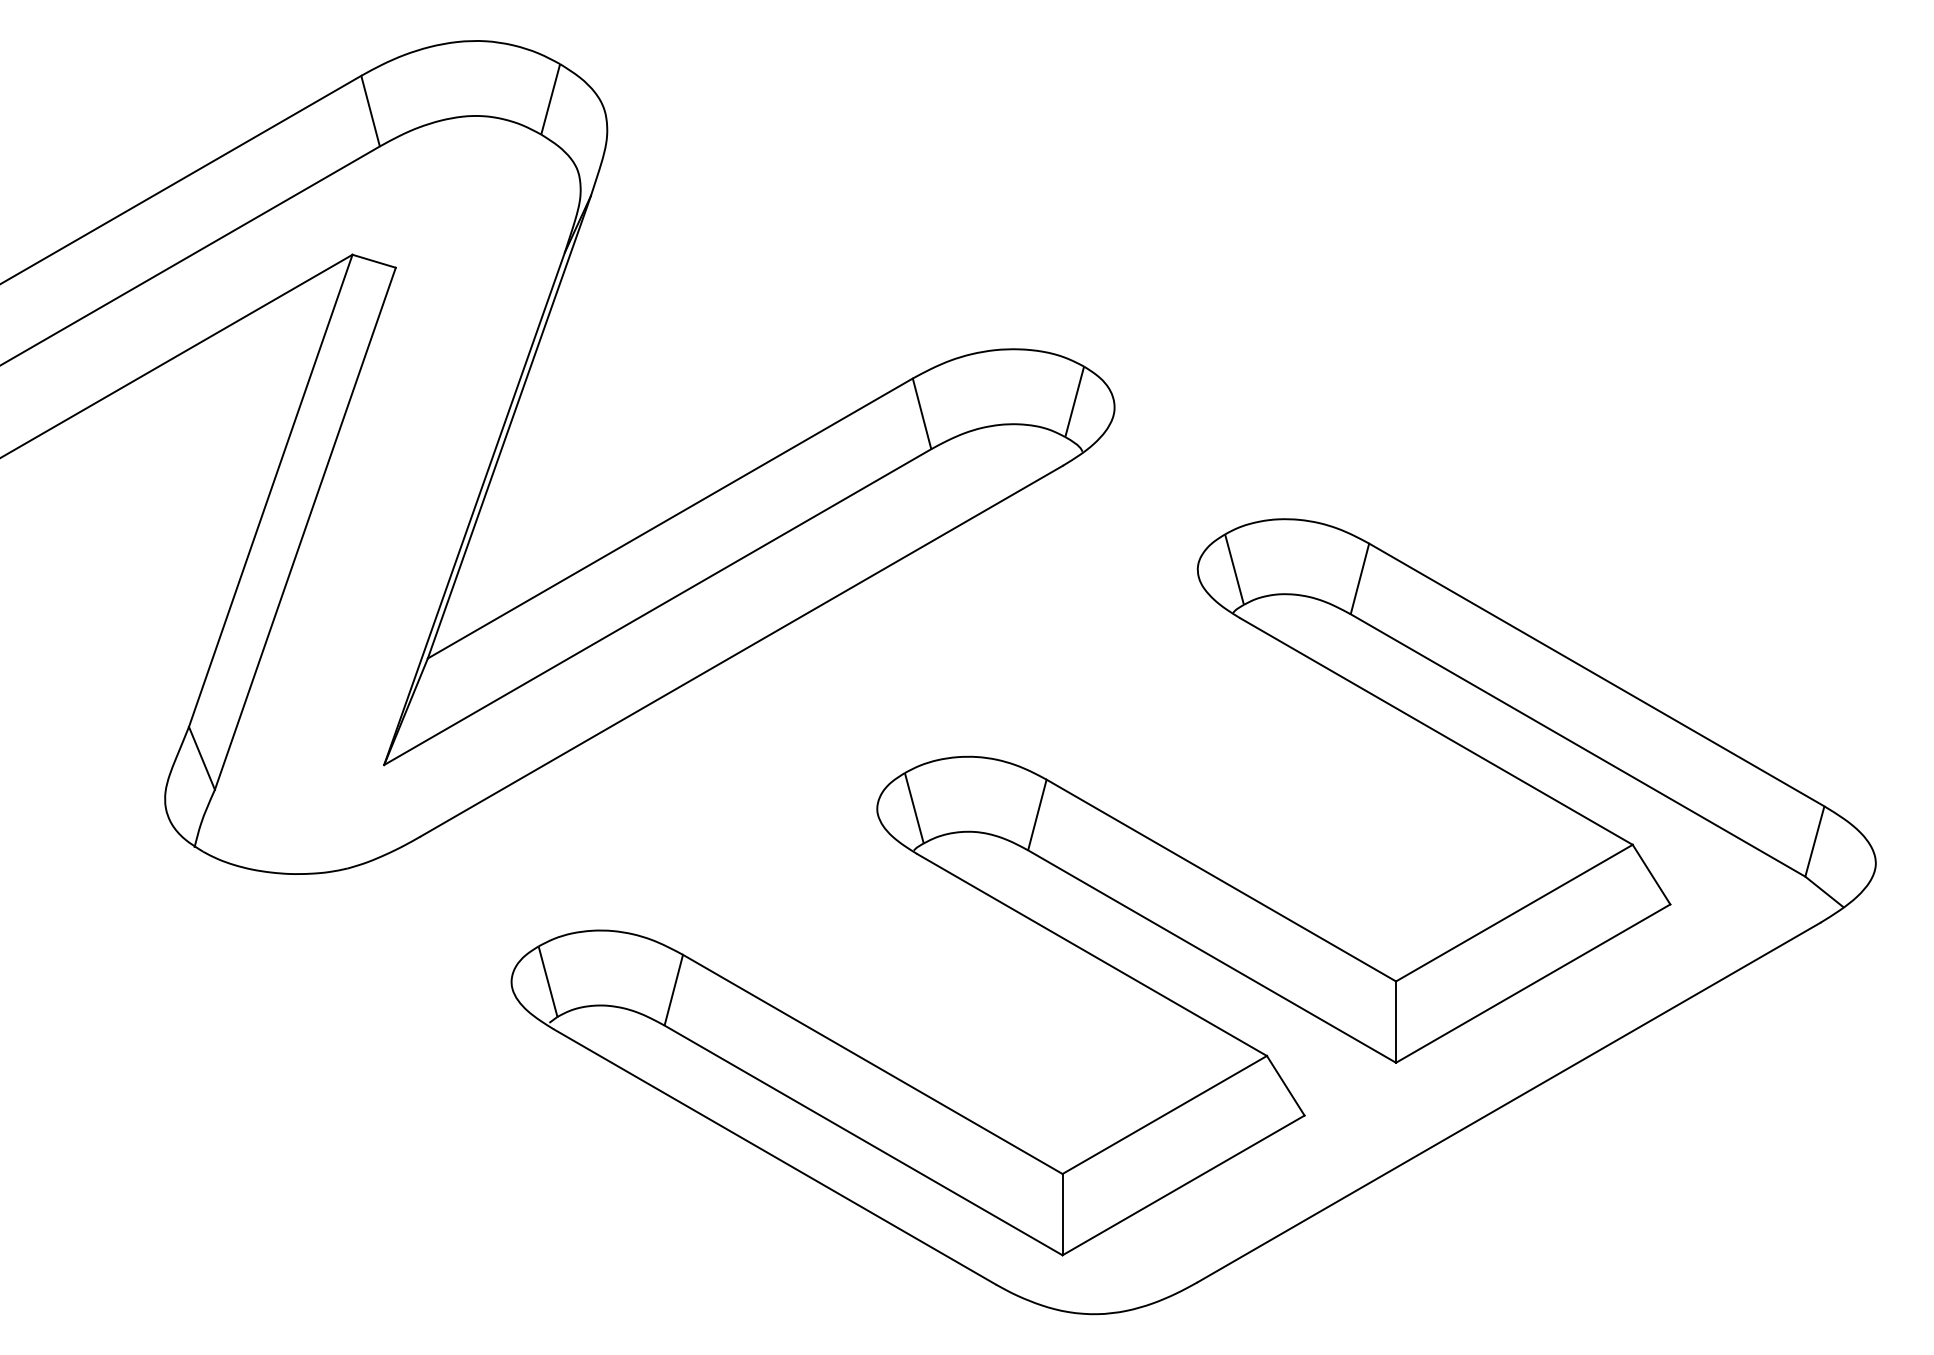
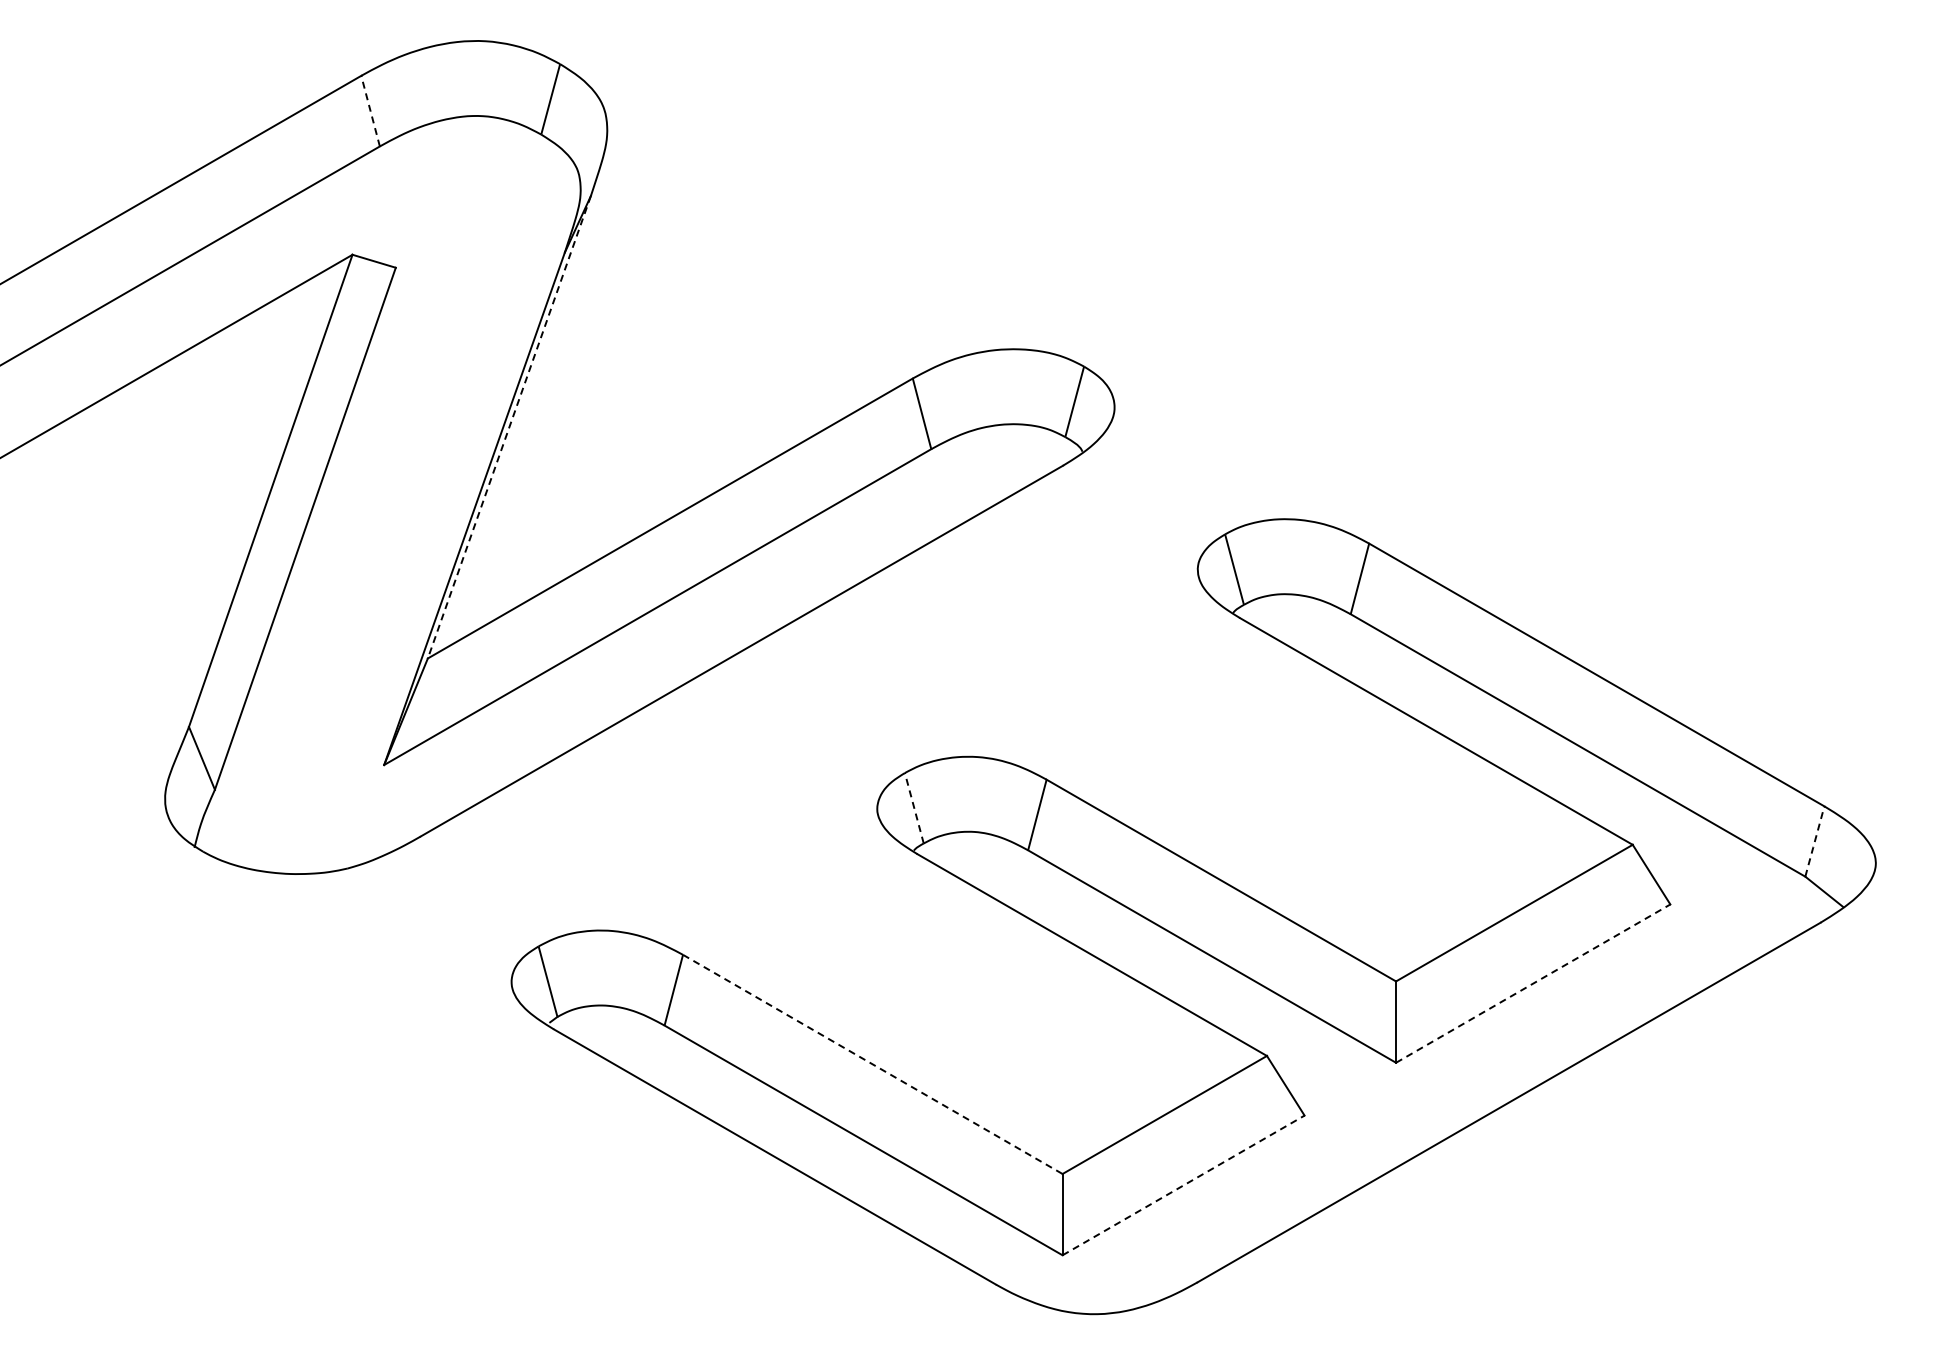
line at (370, 111): solid -> dashed
line at (509, 427): solid -> dashed
line at (914, 807): solid -> dashed
line at (1814, 841): solid -> dashed
line at (1533, 983): solid -> dashed
line at (873, 1064): solid -> dashed
line at (1183, 1185): solid -> dashed
